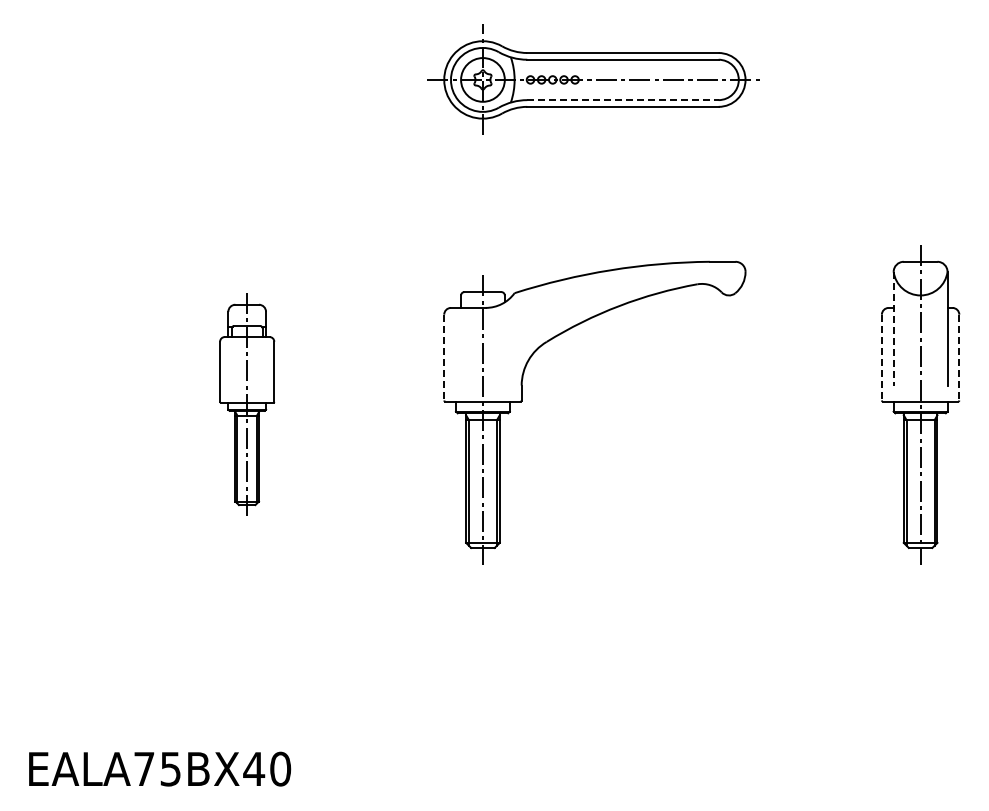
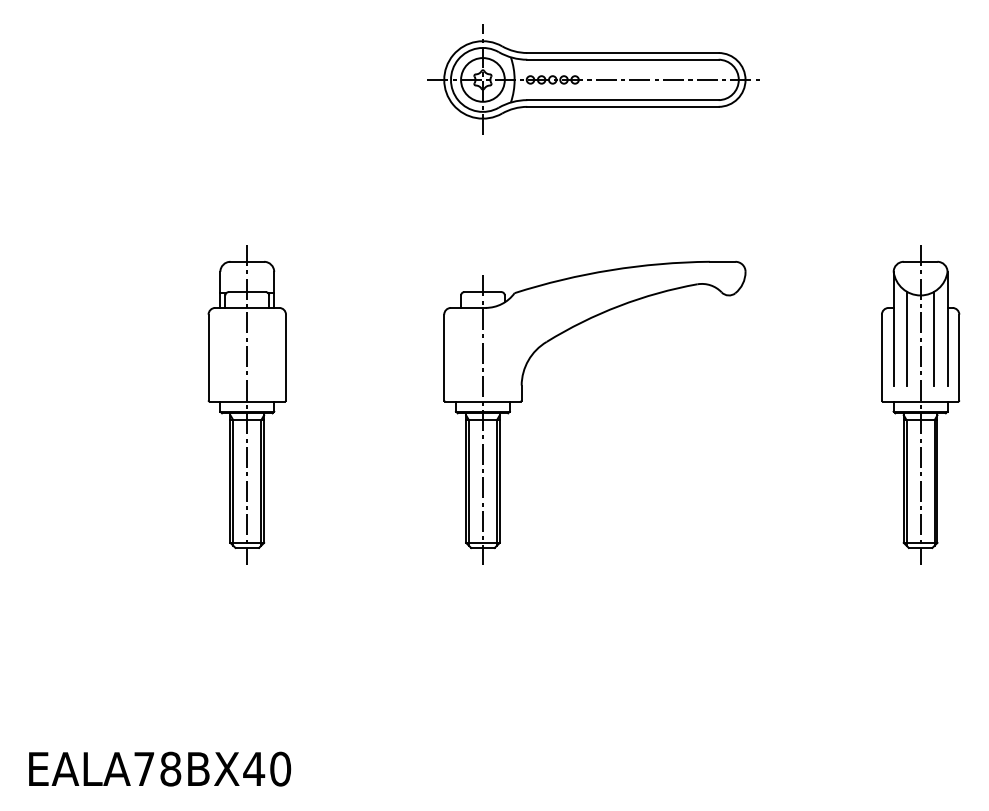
line at (622, 100): dashed -> solid
line at (893, 328): dashed -> solid
line at (907, 338): none -> present
line at (934, 338): none -> present
line at (444, 357): dashed -> solid
line at (881, 357): dashed -> solid
line at (959, 357): dashed -> solid
part at (247, 404) size: 57x223 px -> 80x320 px
text at (170, 768): EALA75BX40 -> EALA78BX40
